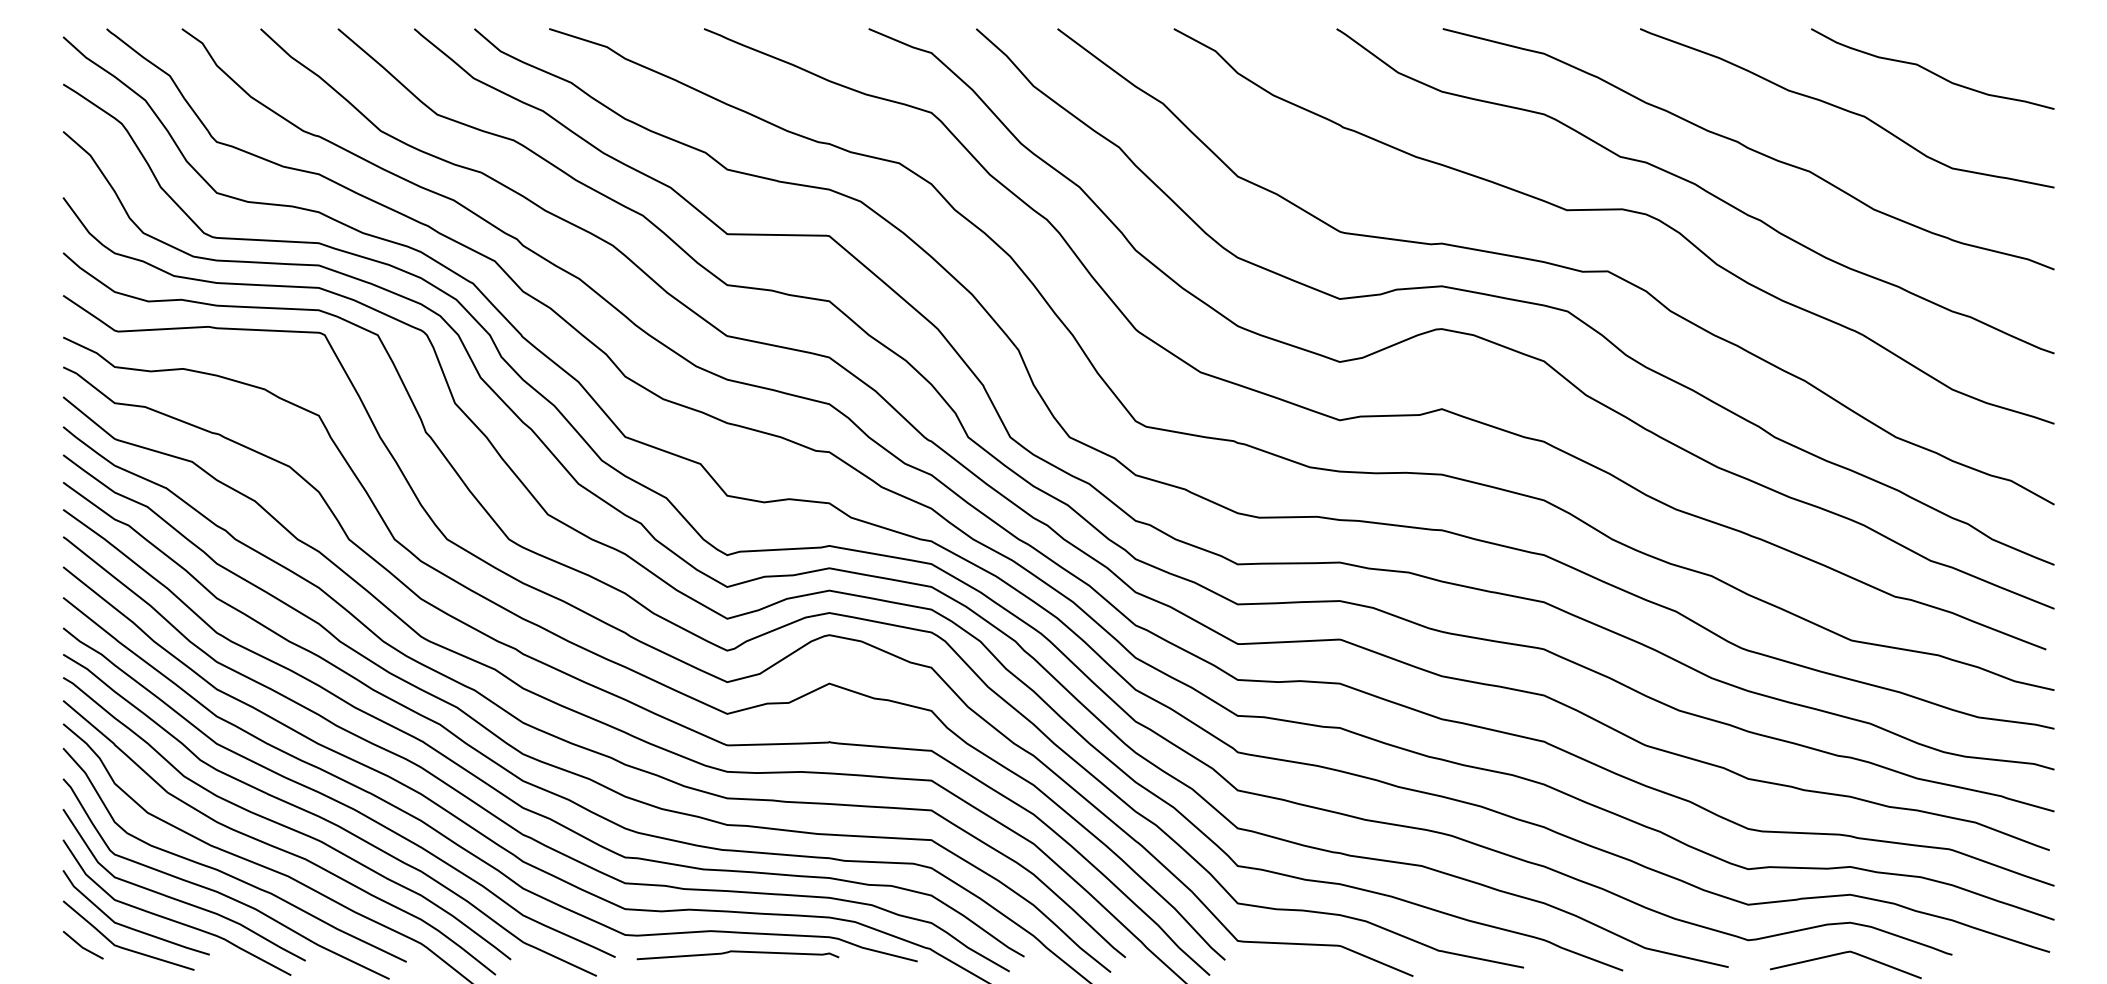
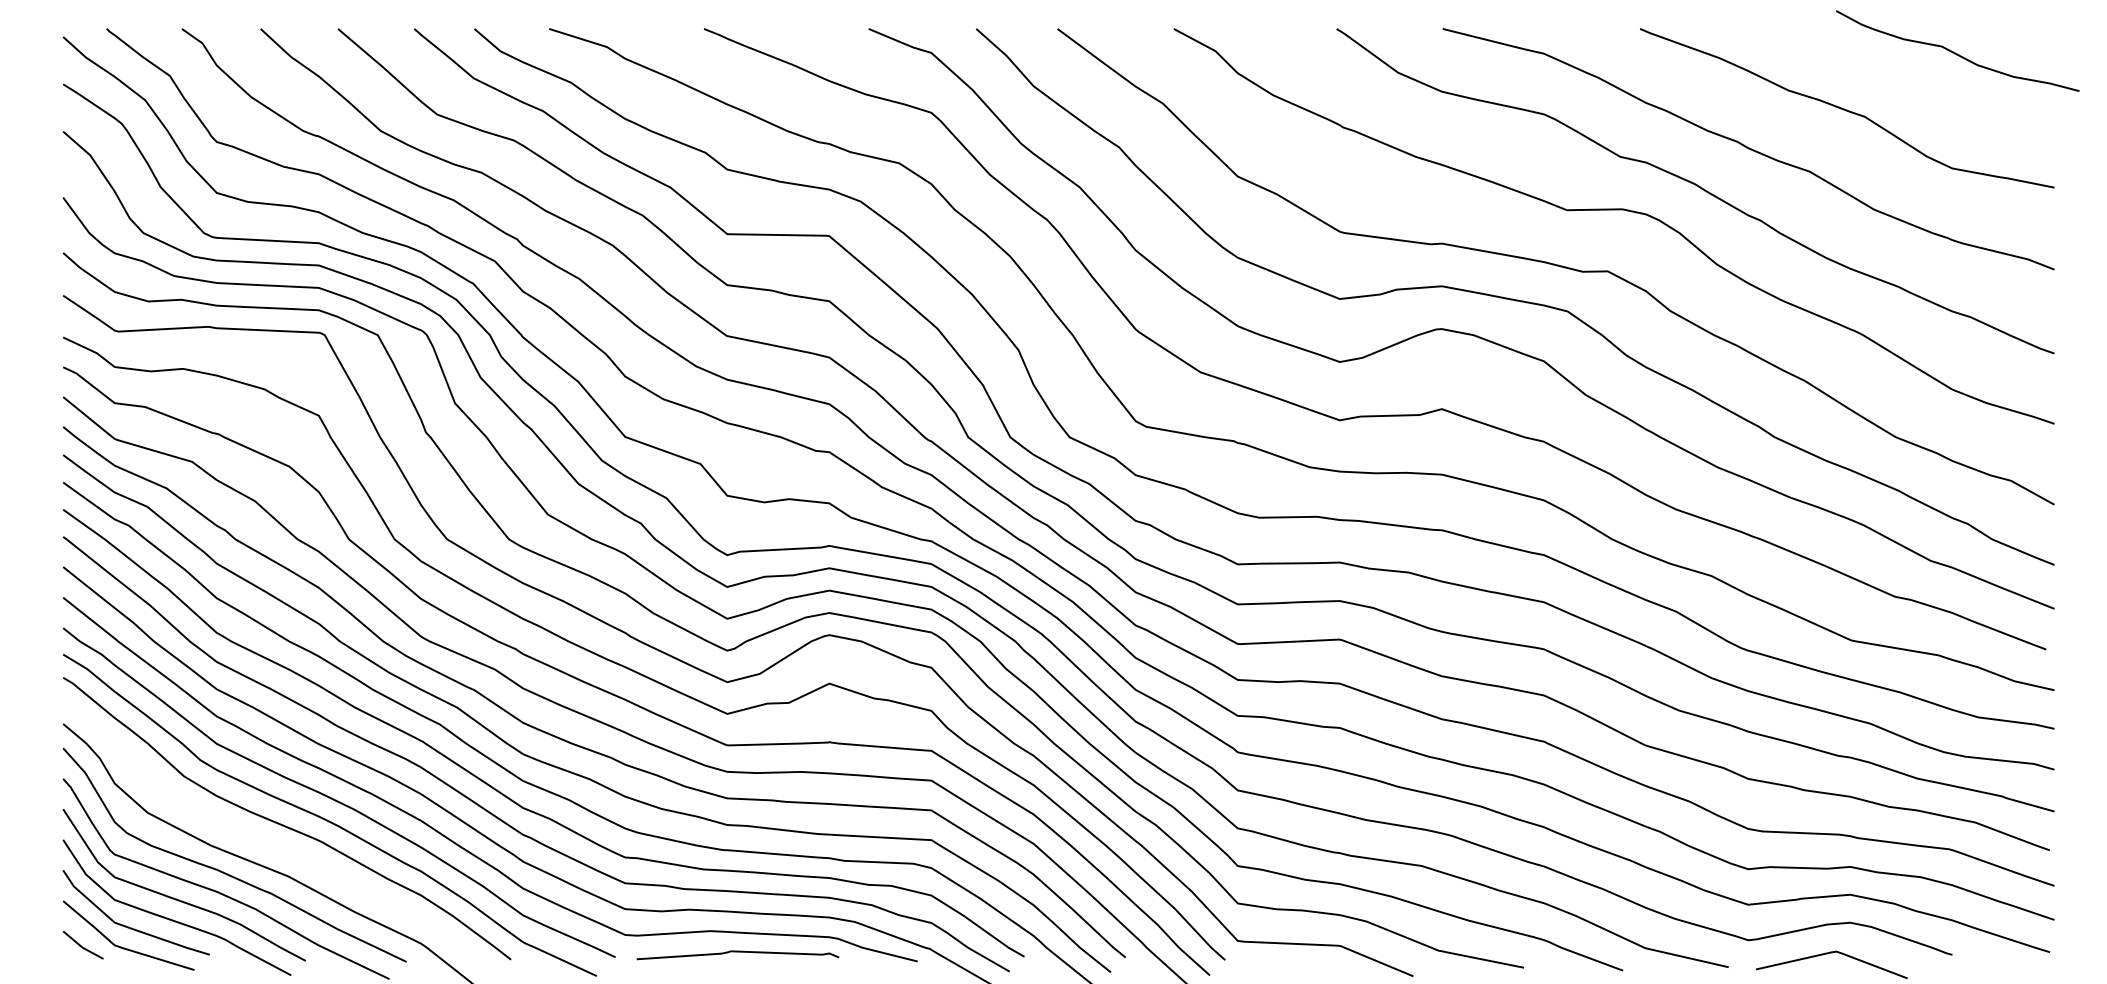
curve at (1930, 70) position: (1930, 70) -> (1955, 52)
curve at (276, 846): present -> none
line at (1841, 954) position: (1841, 954) -> (1827, 954)
